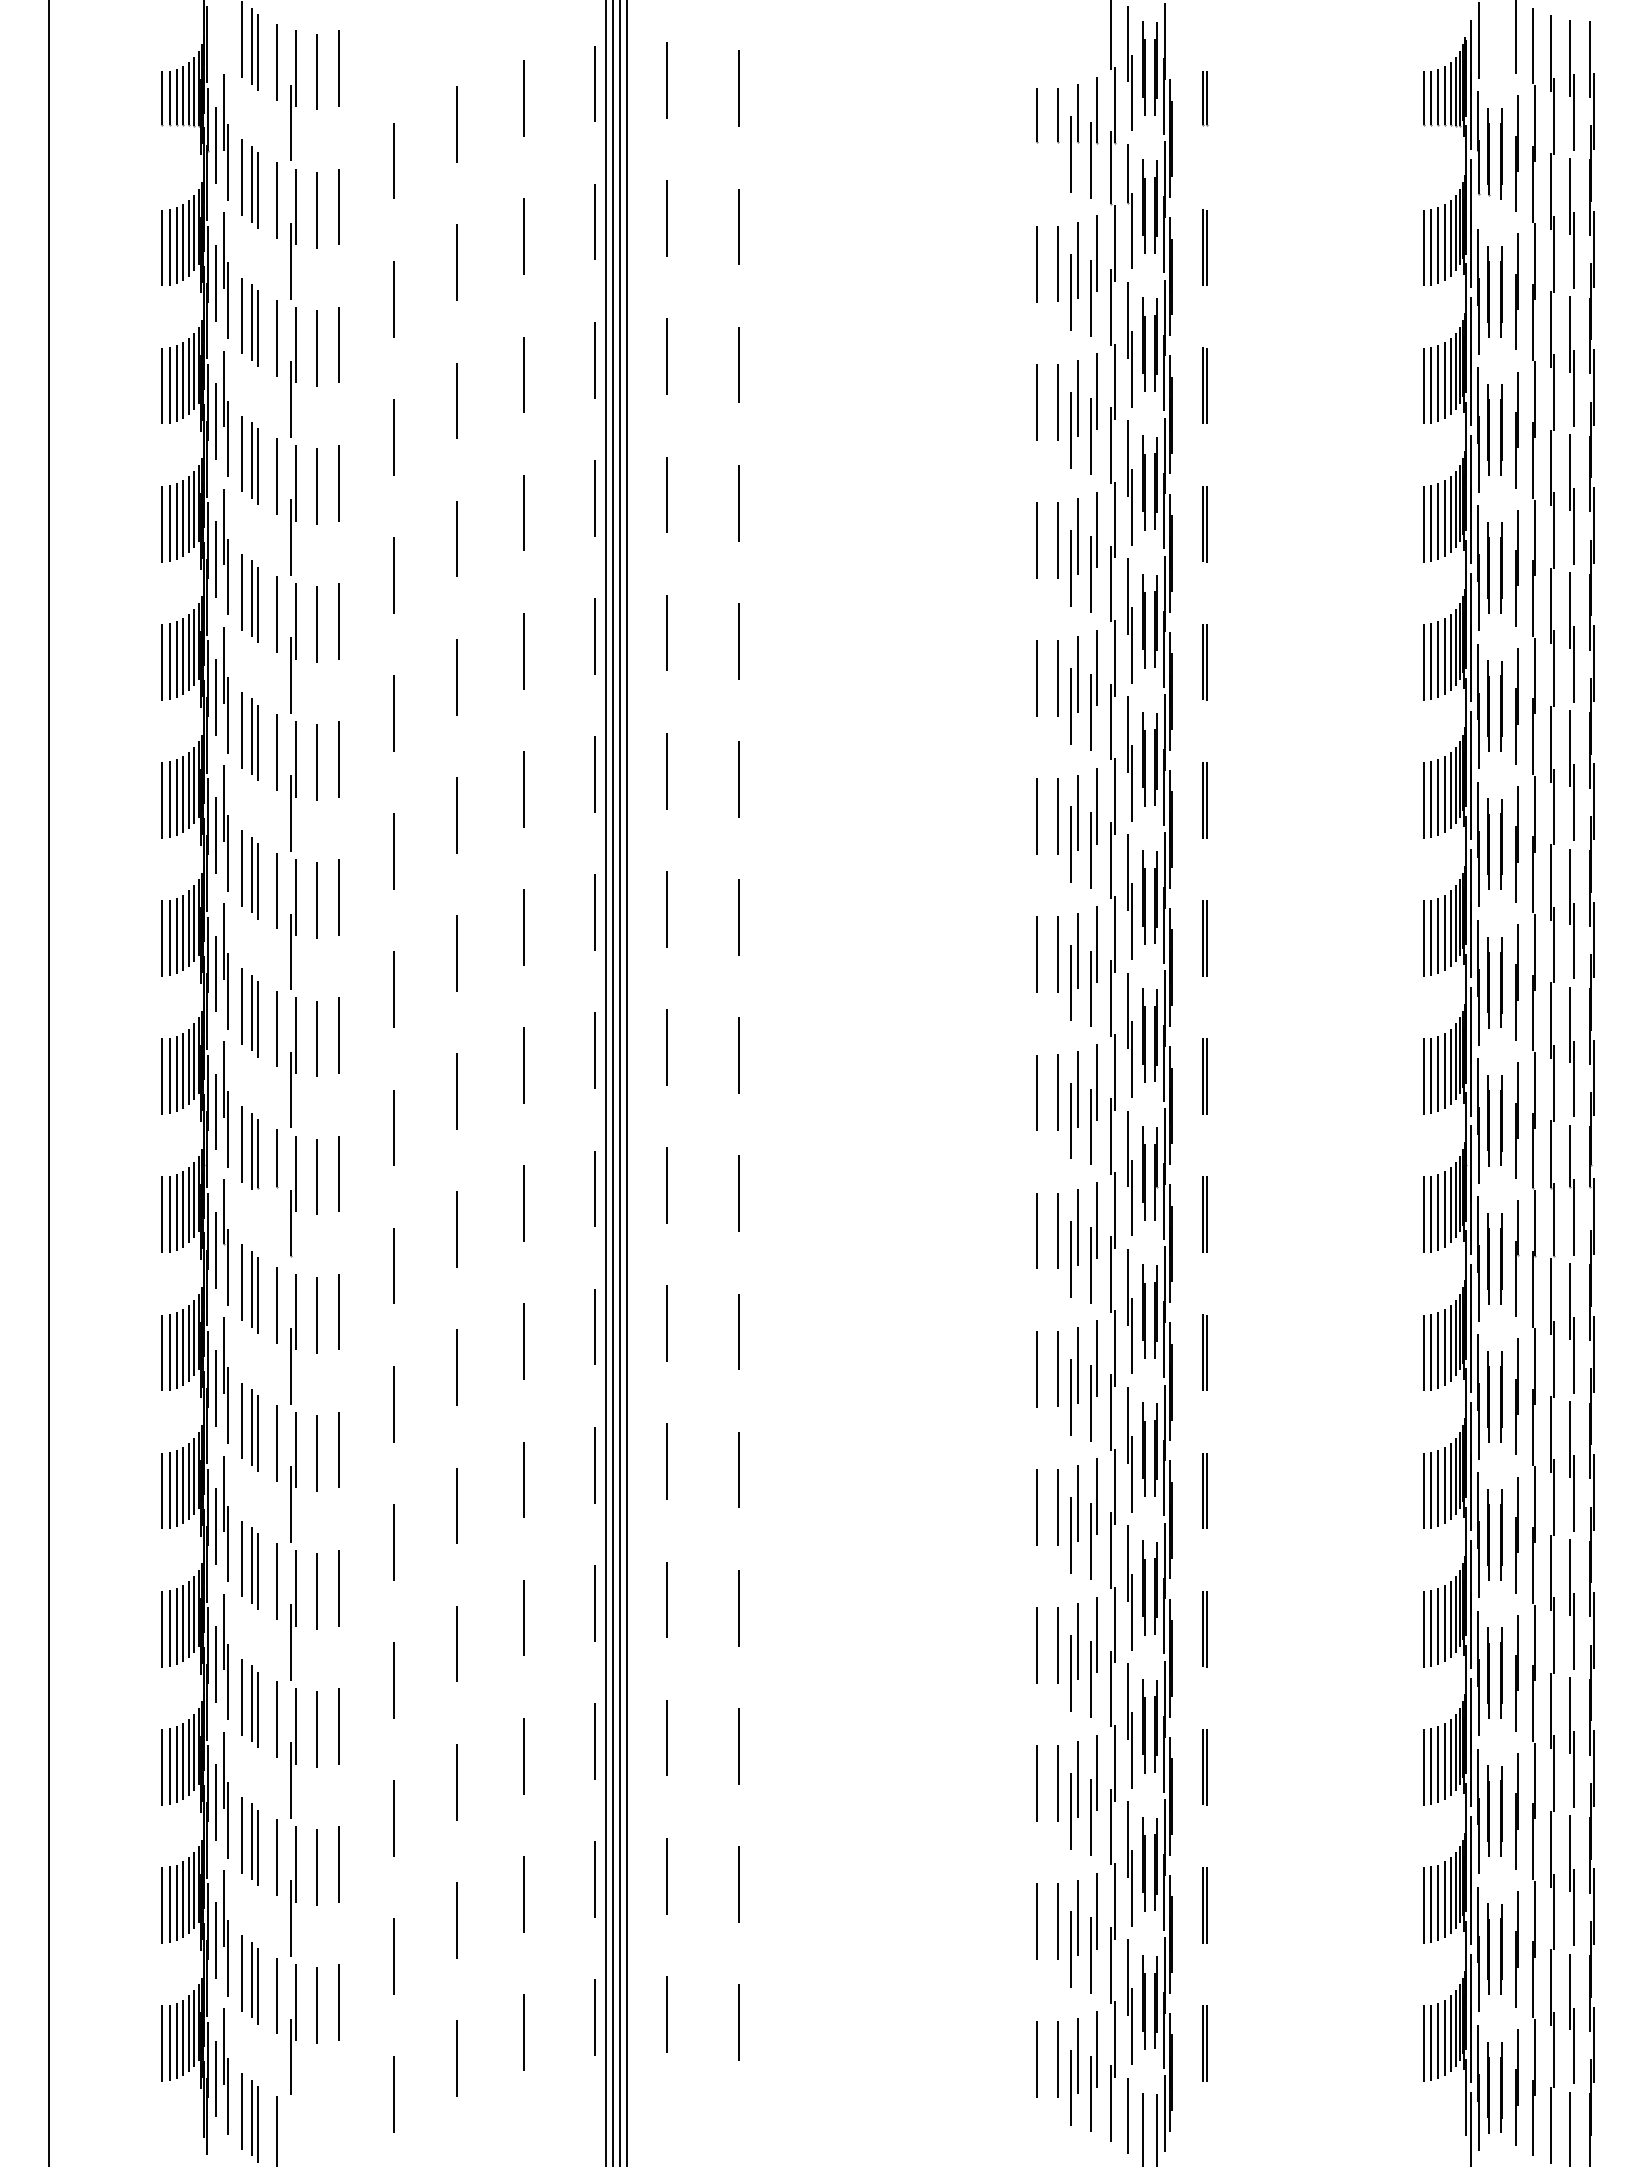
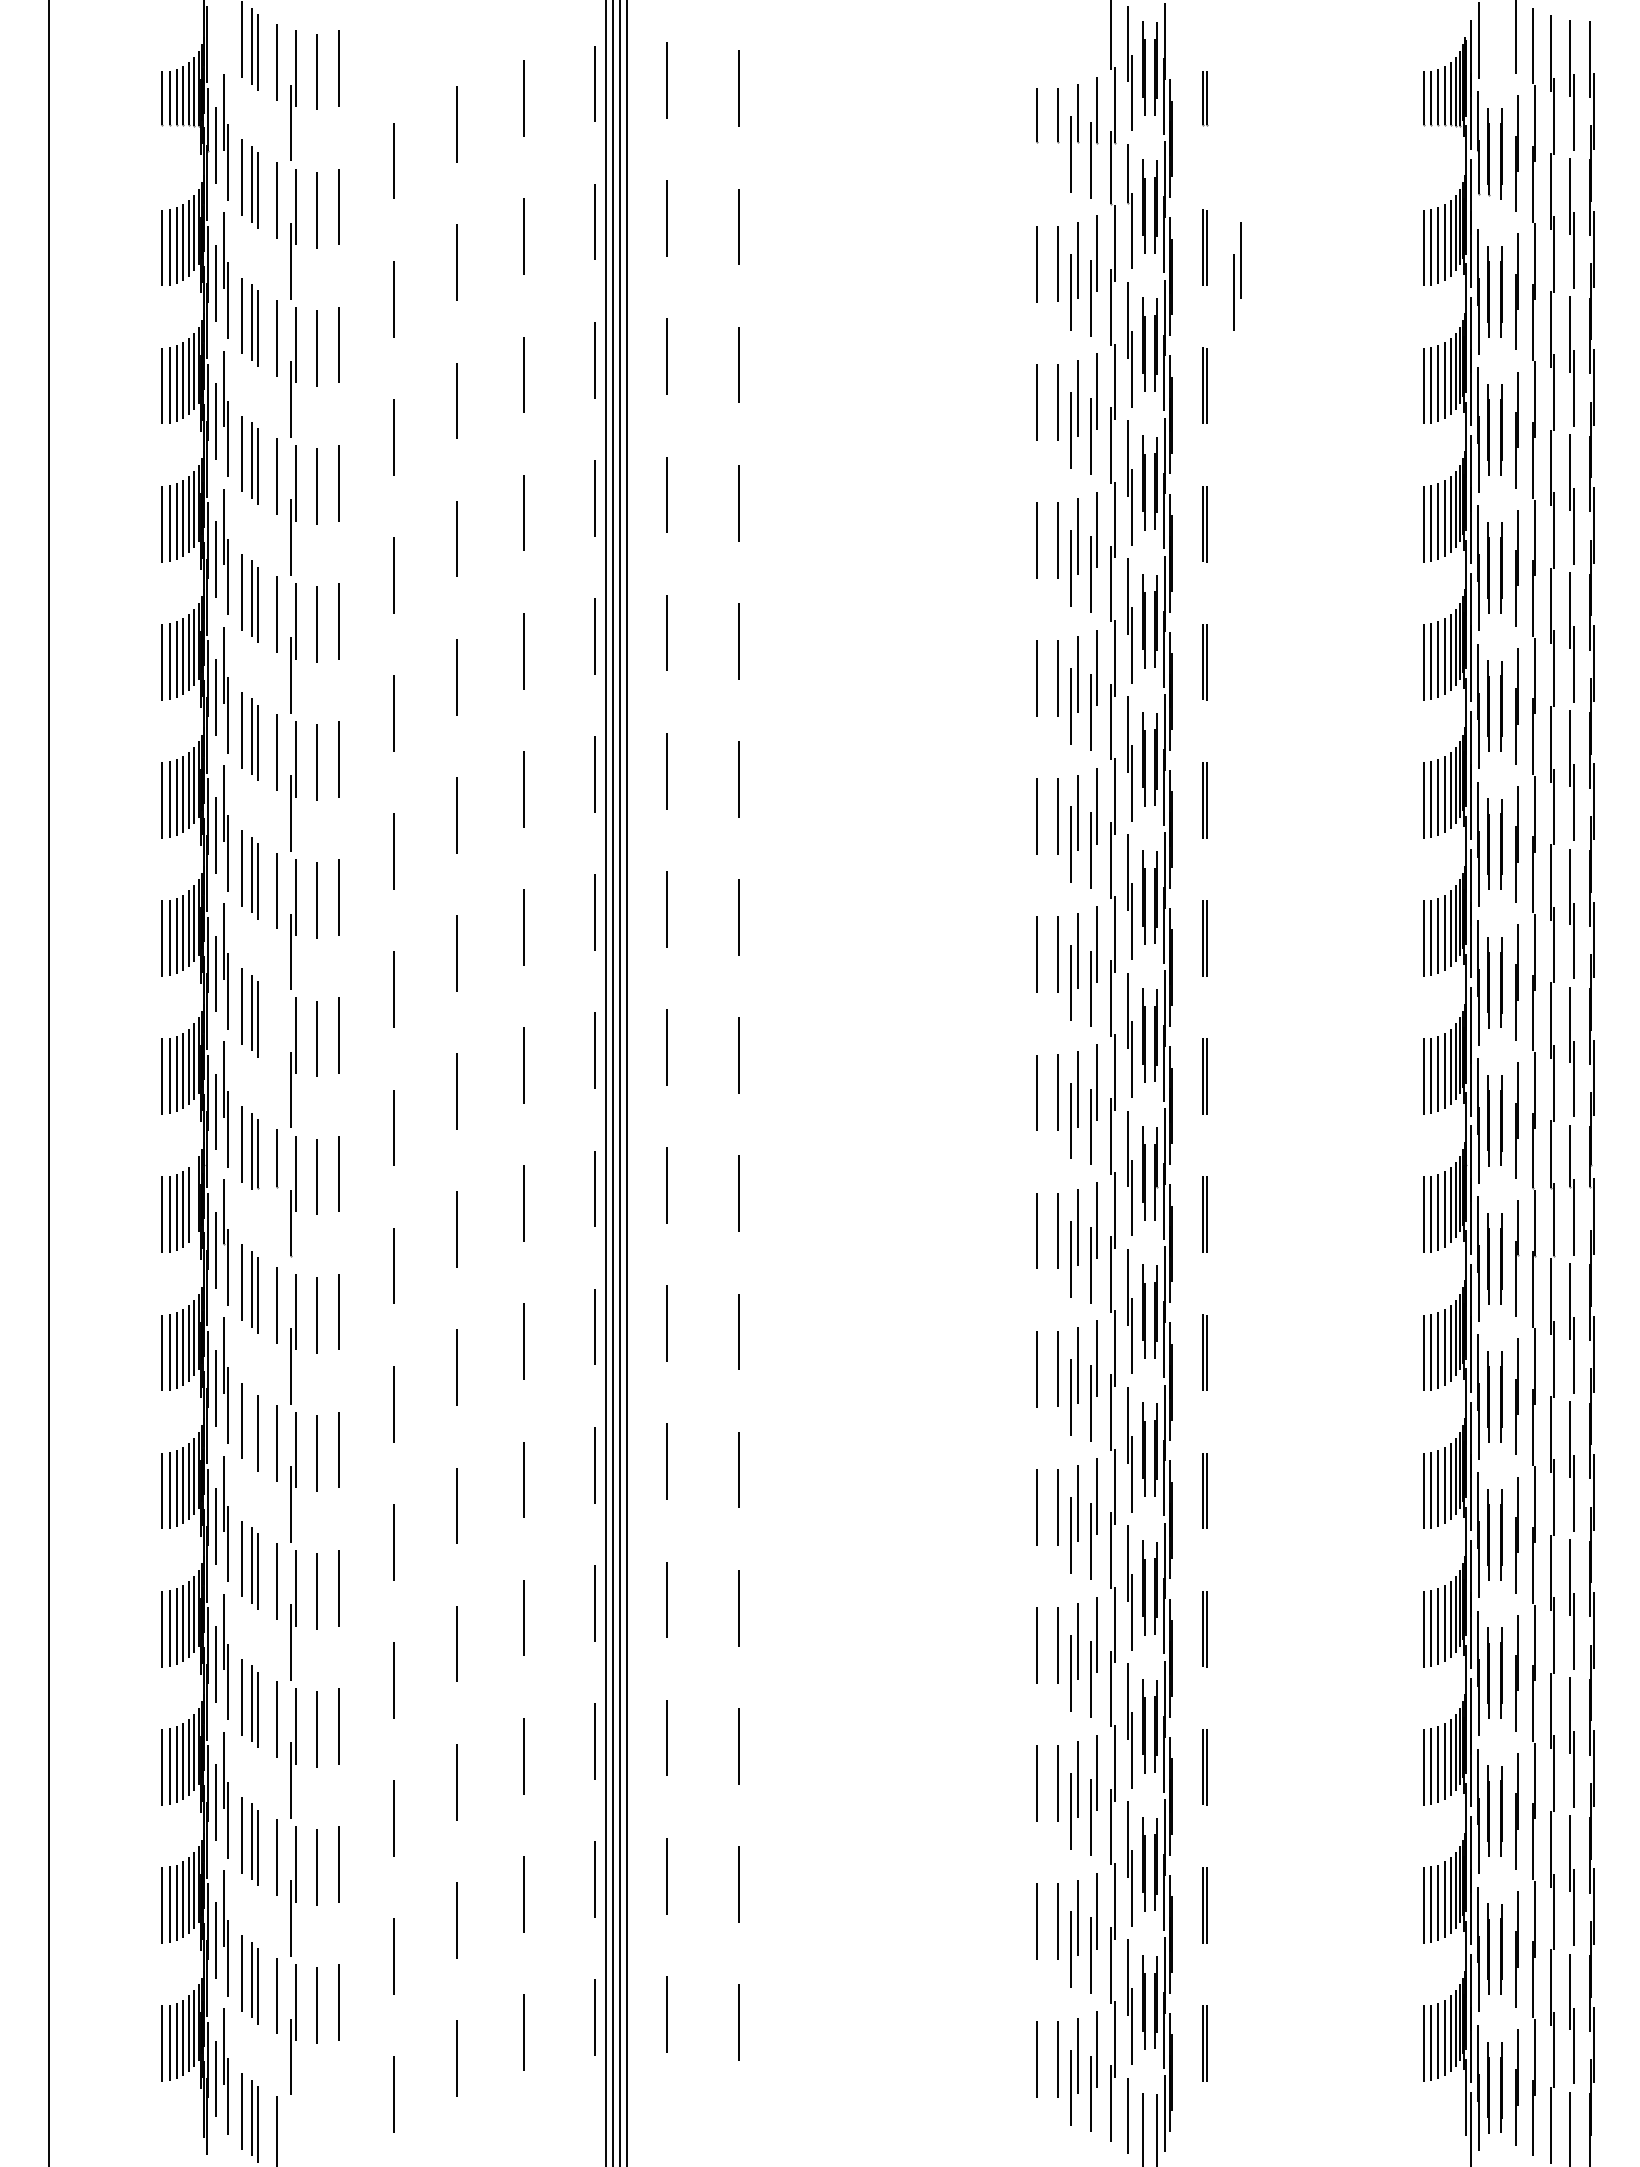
part at (1237, 276): none -> present
line at (276, 1028): present -> none
line at (194, 1199): present -> none
line at (252, 1427): present -> none
